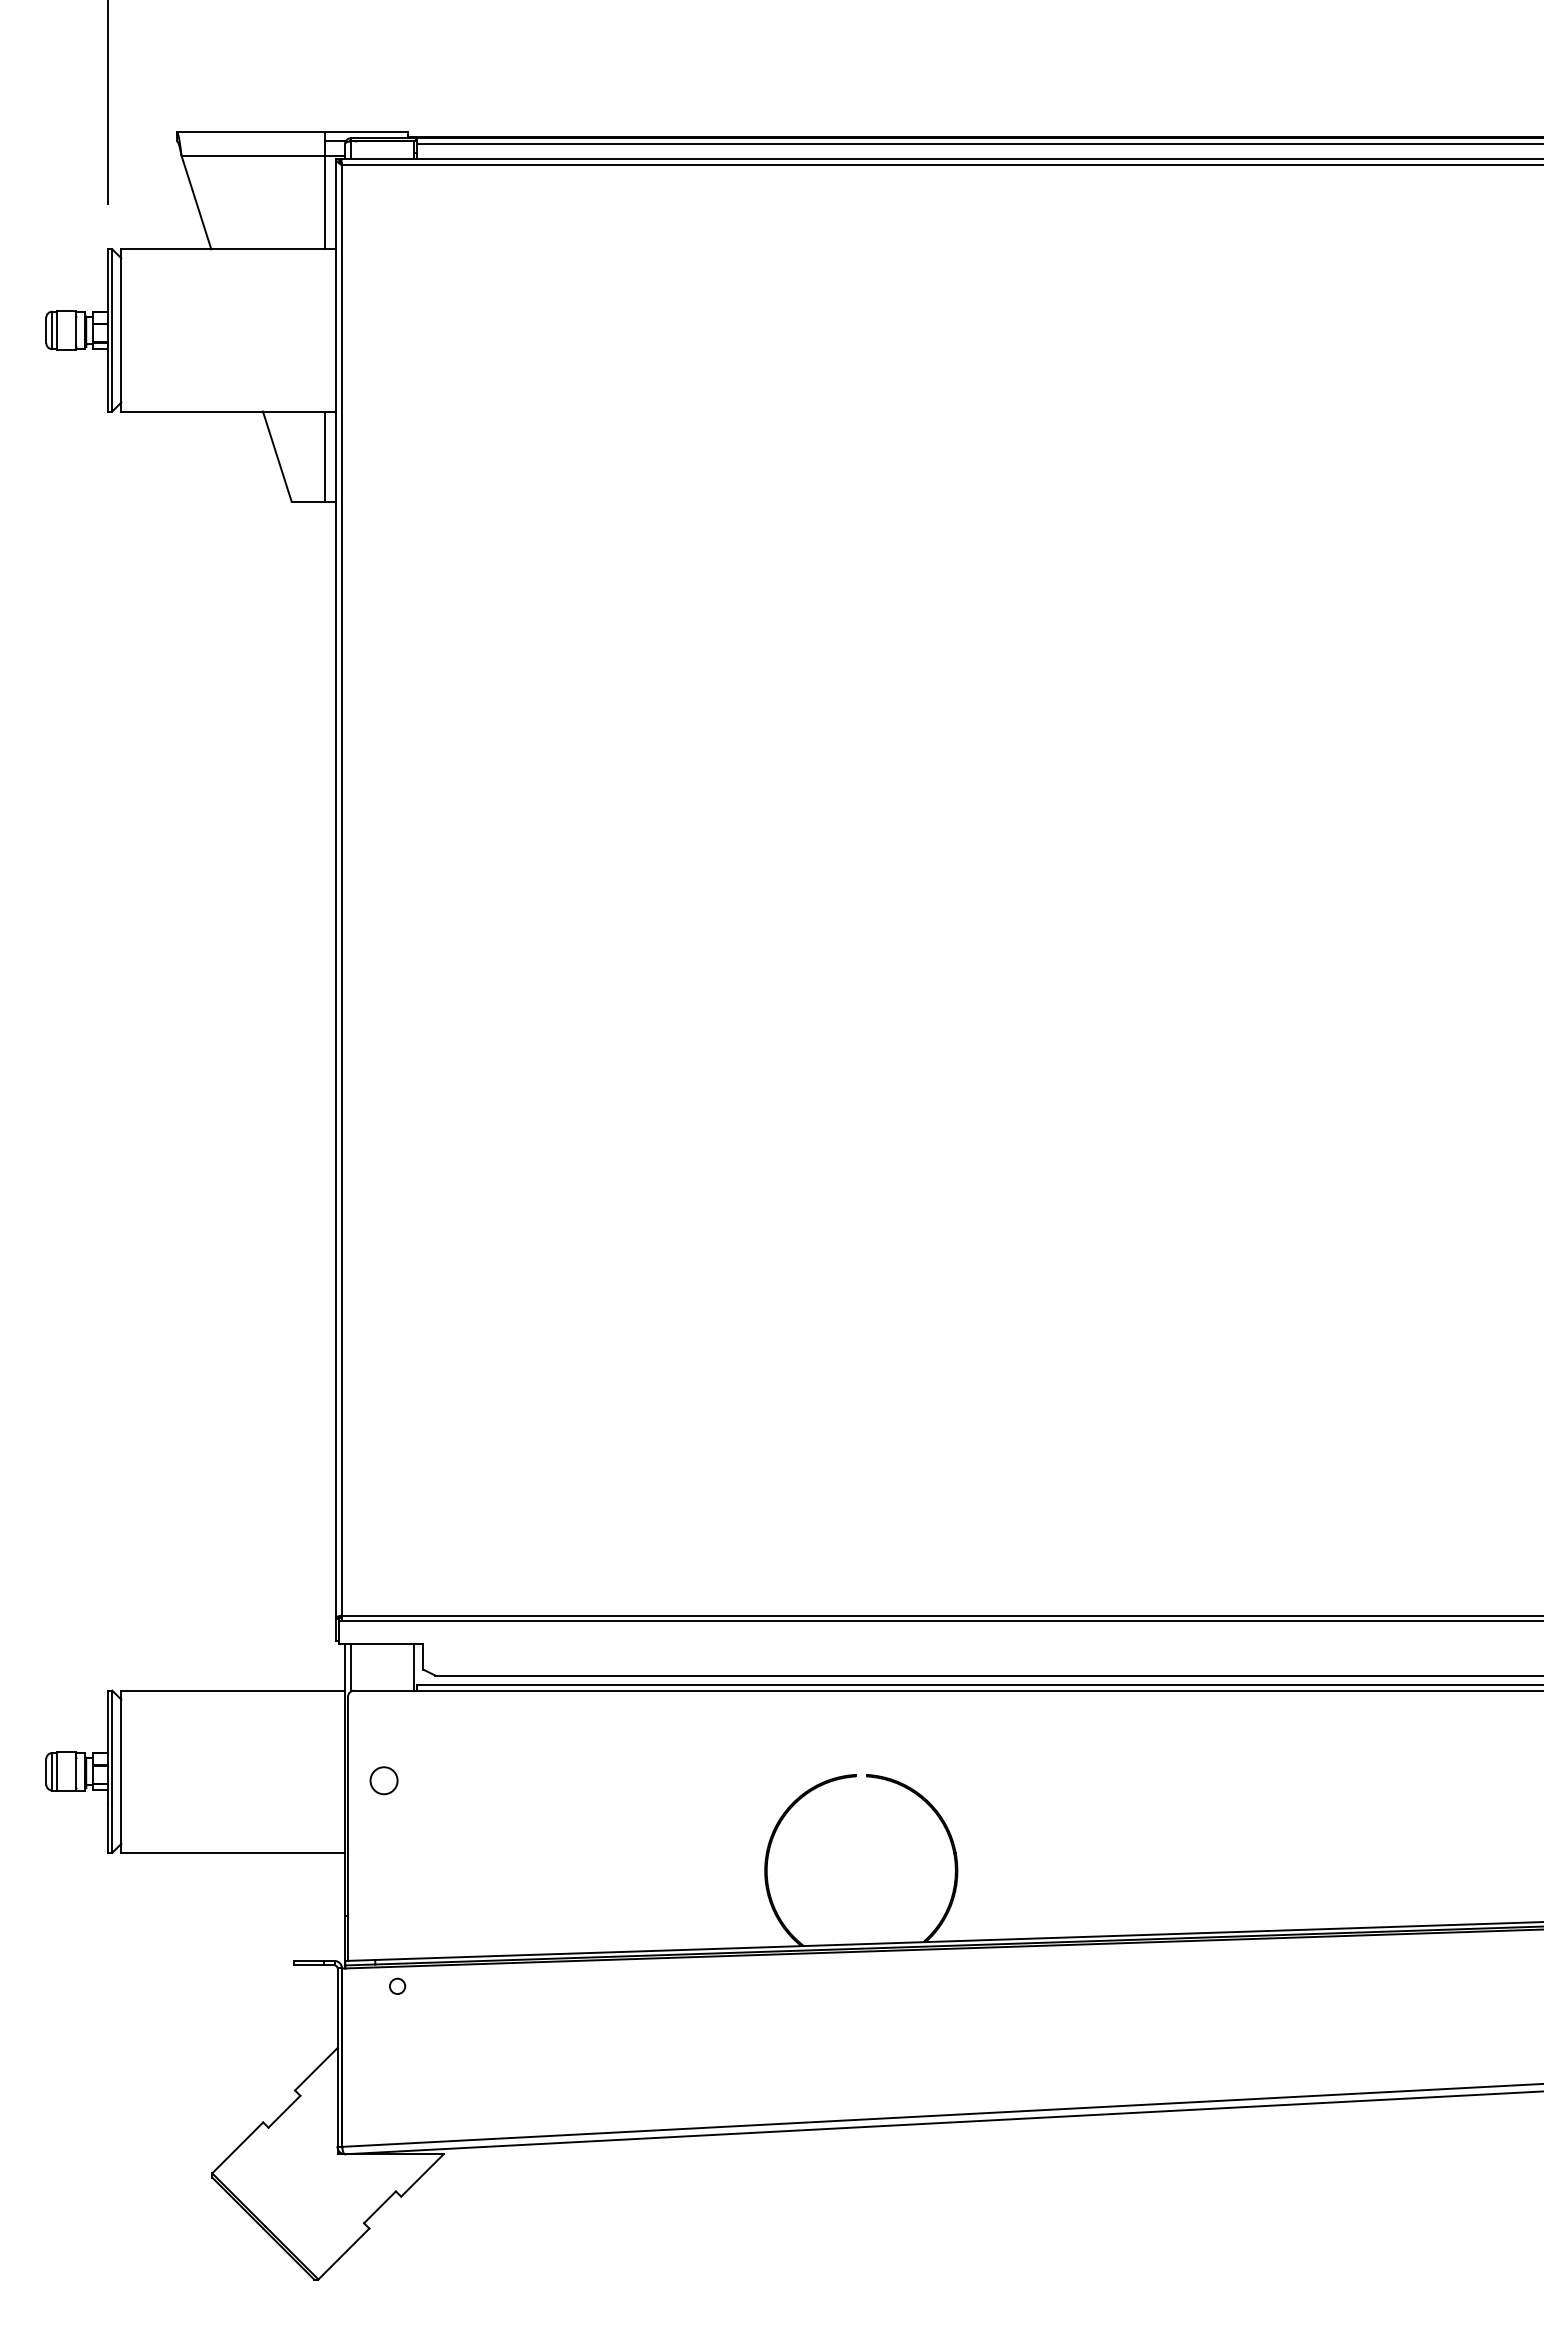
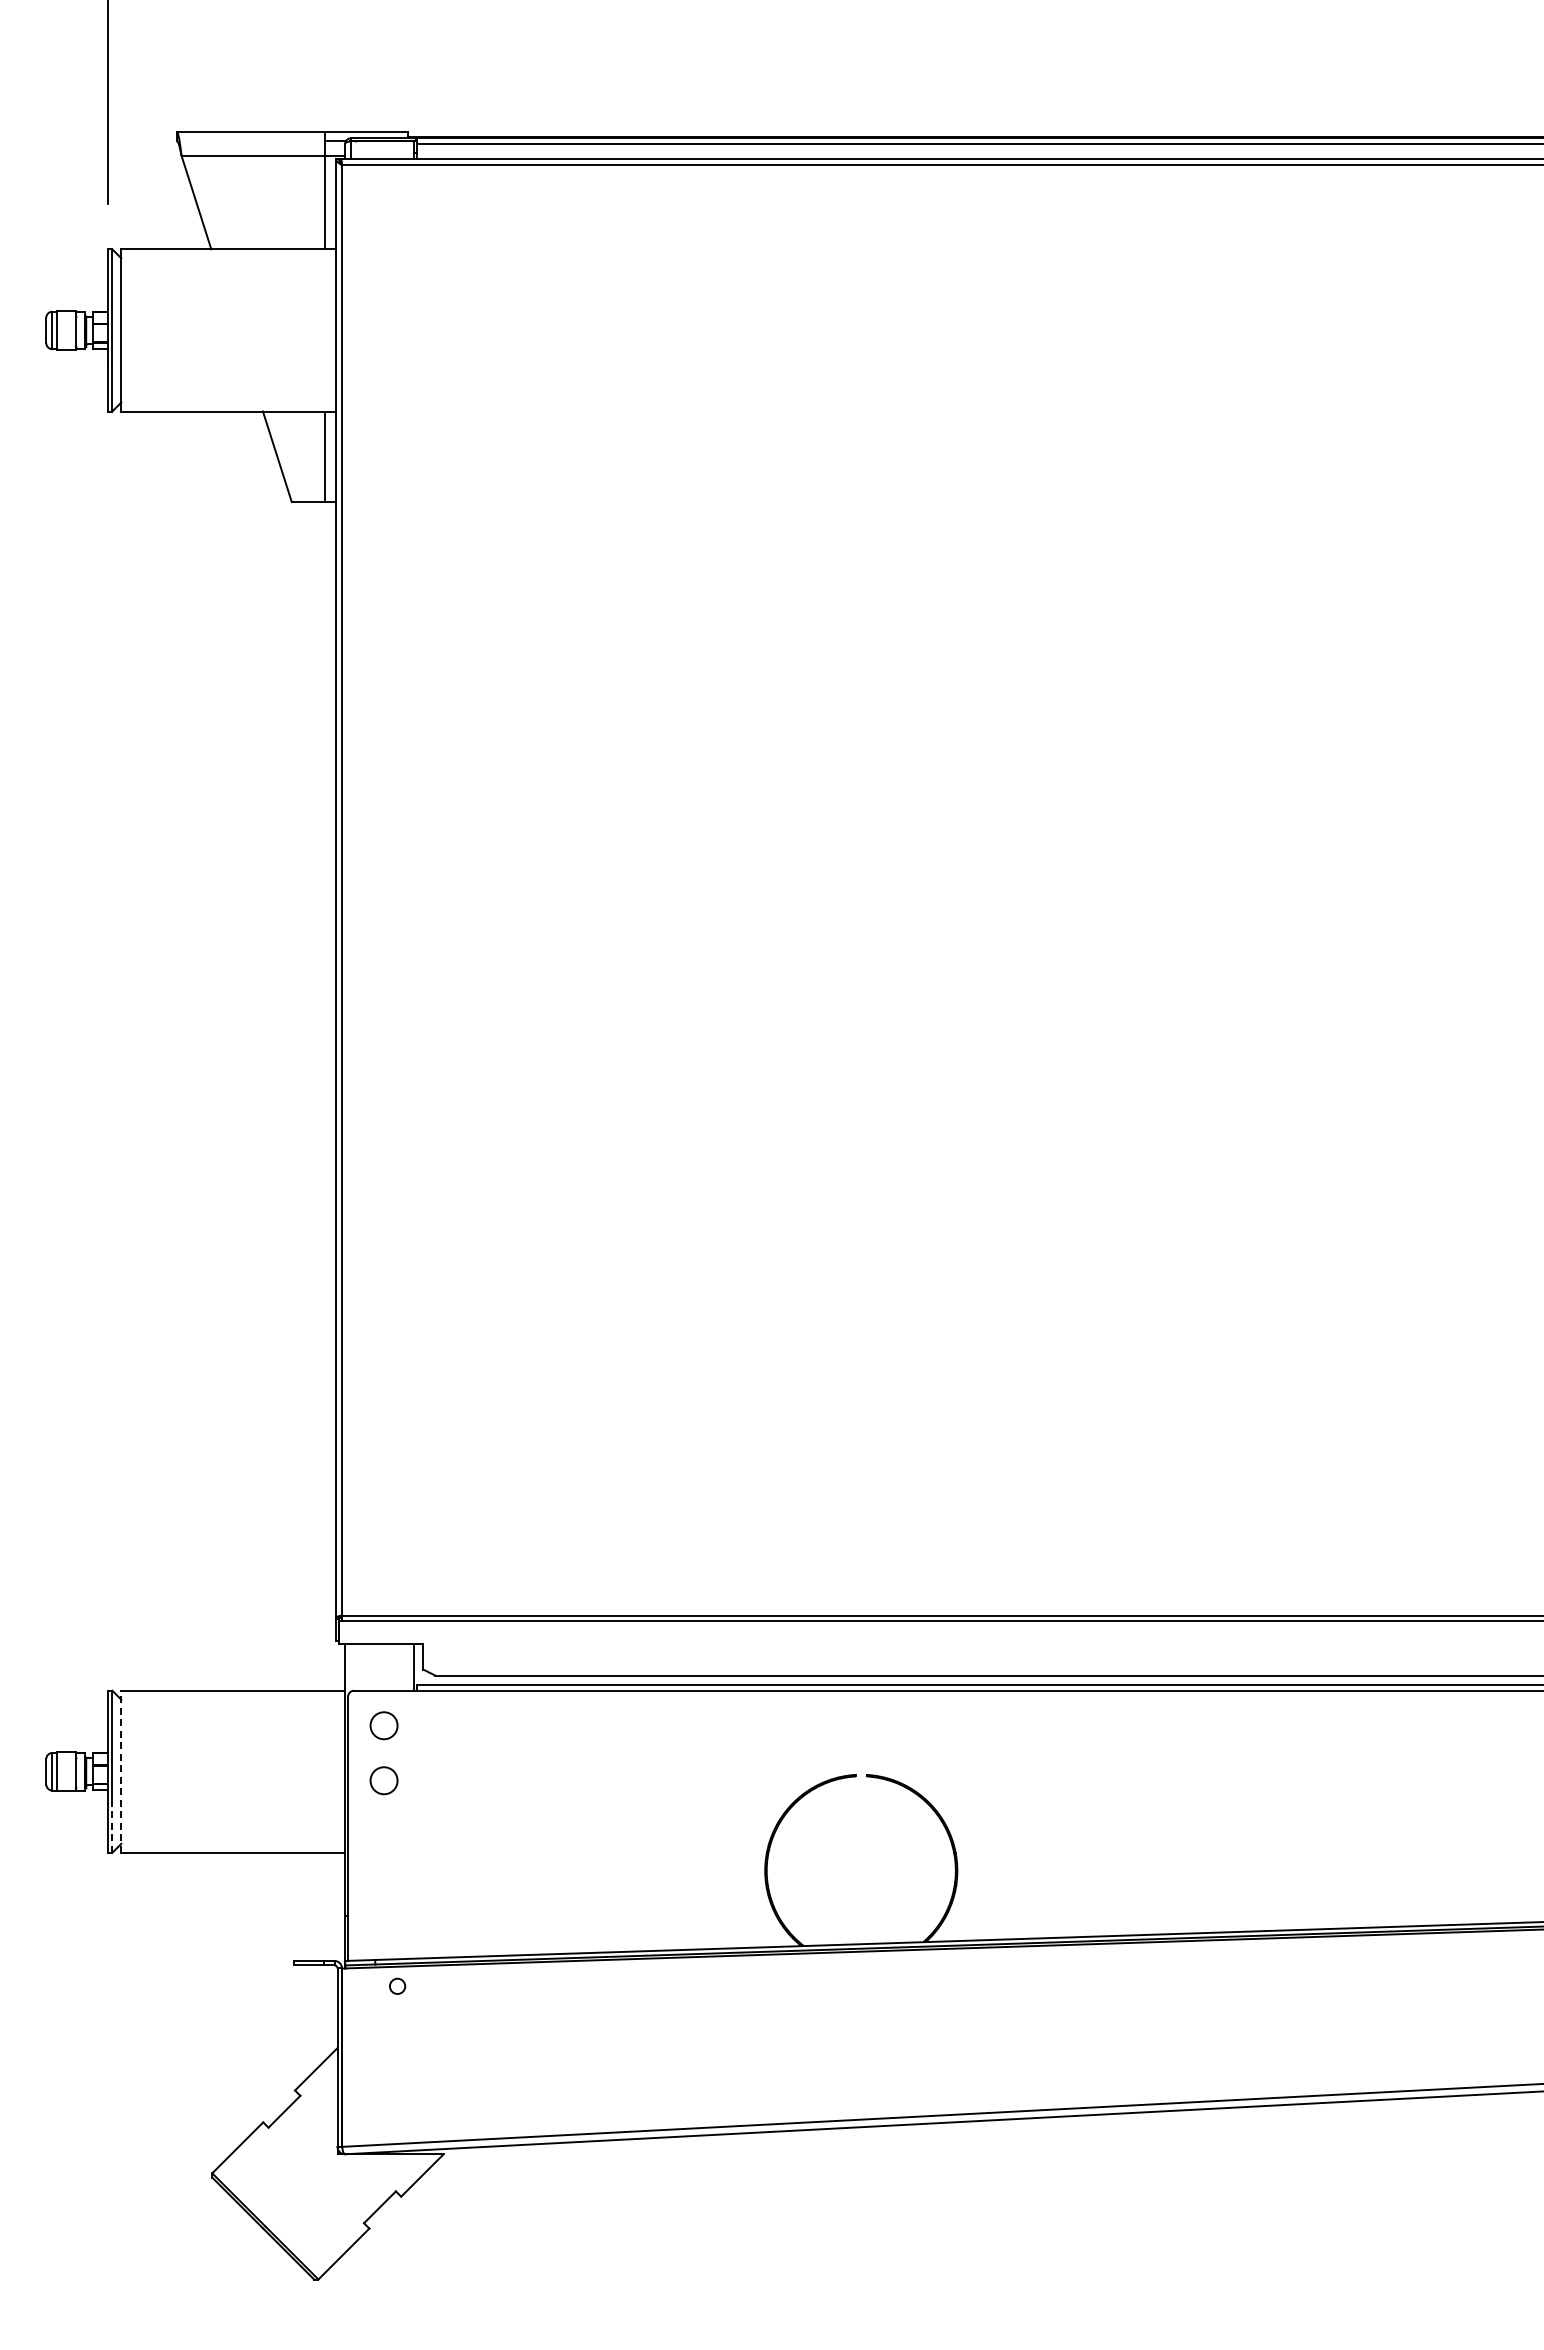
line at (351, 1667): present -> none
circle at (383, 1725): none -> present
line at (121, 1771): solid -> dashed
line at (112, 1827): solid -> dashed
